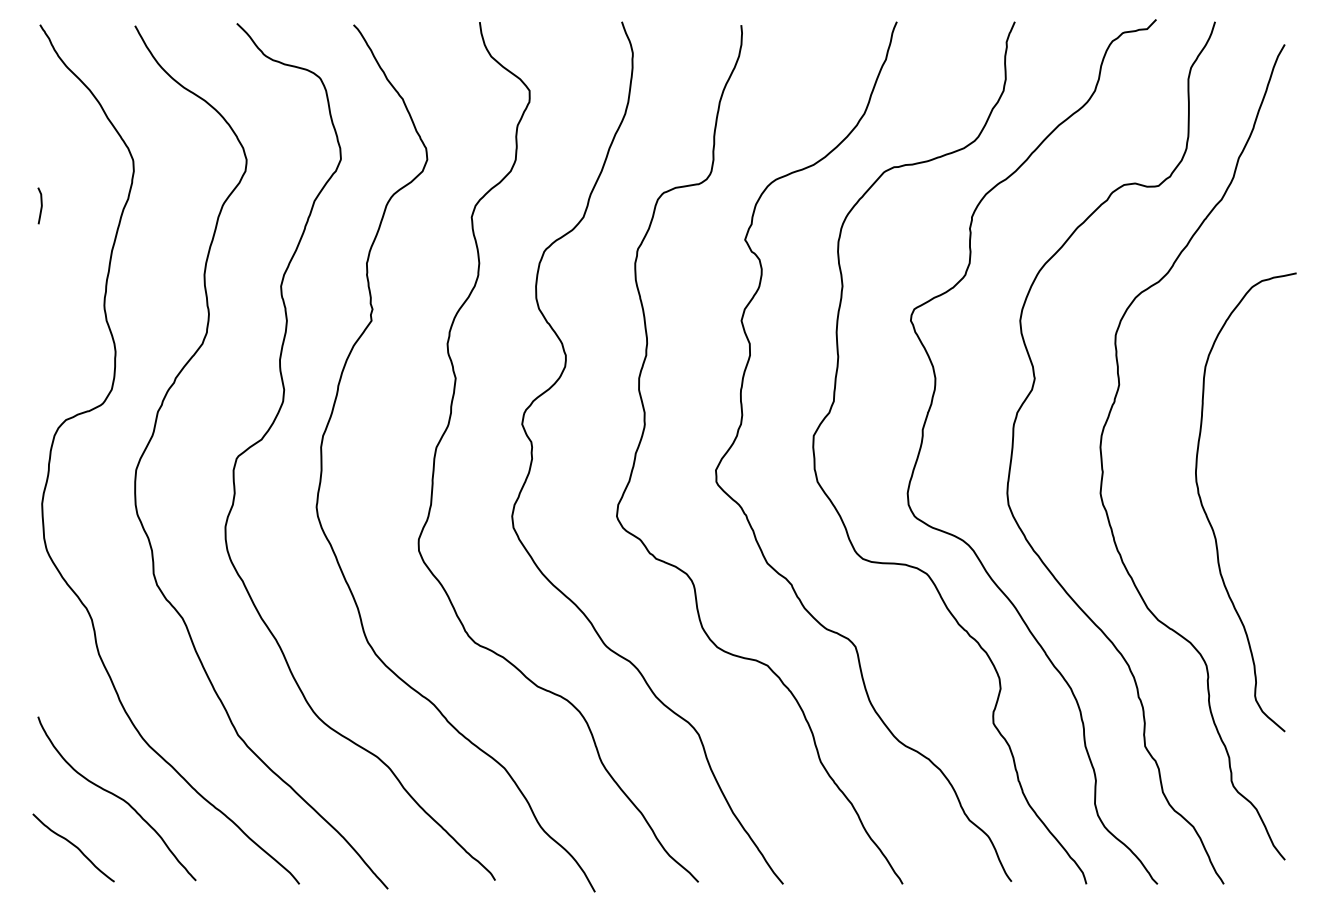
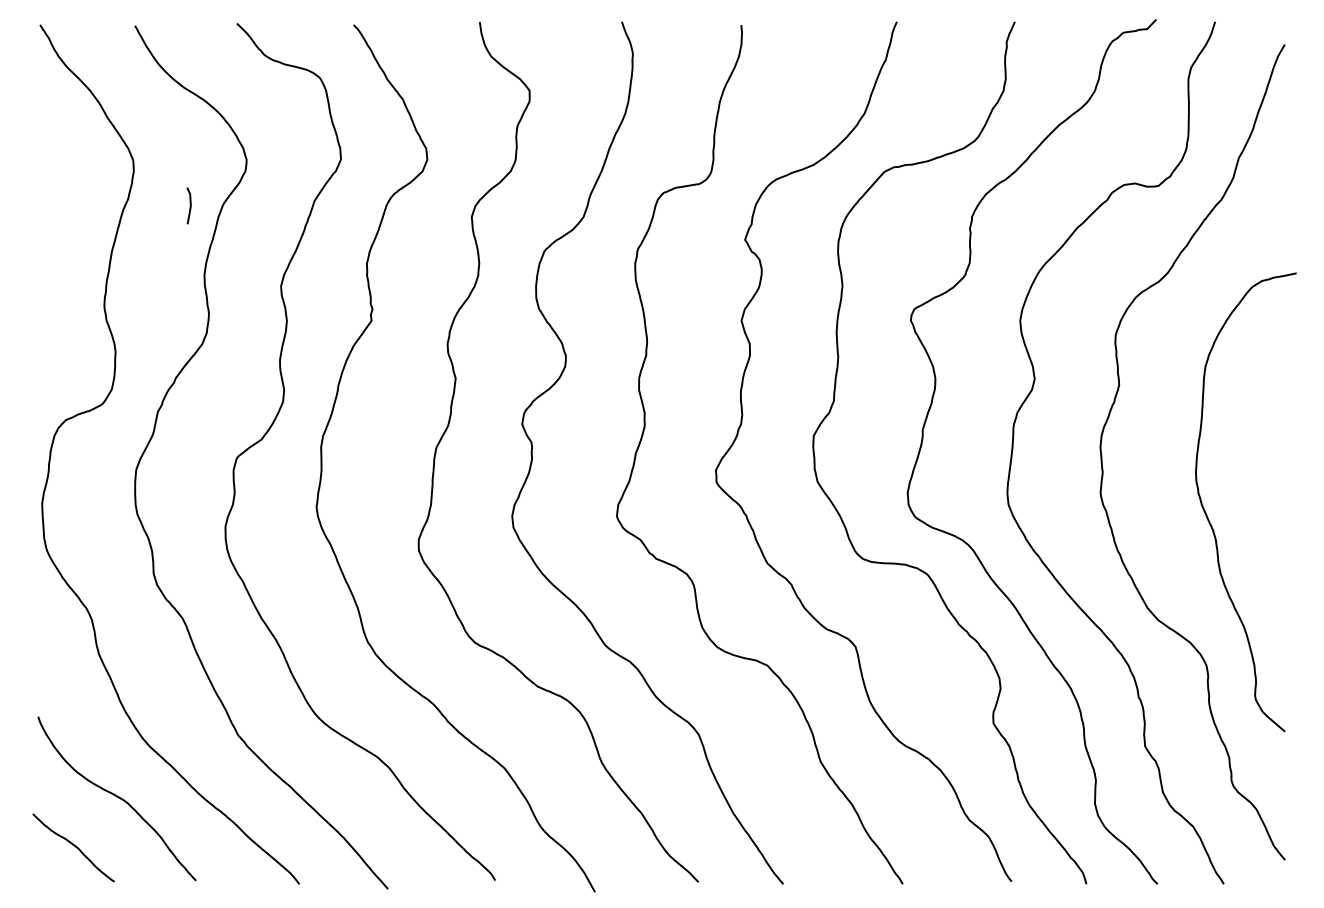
curve at (40, 204) position: (40, 204) -> (189, 204)
